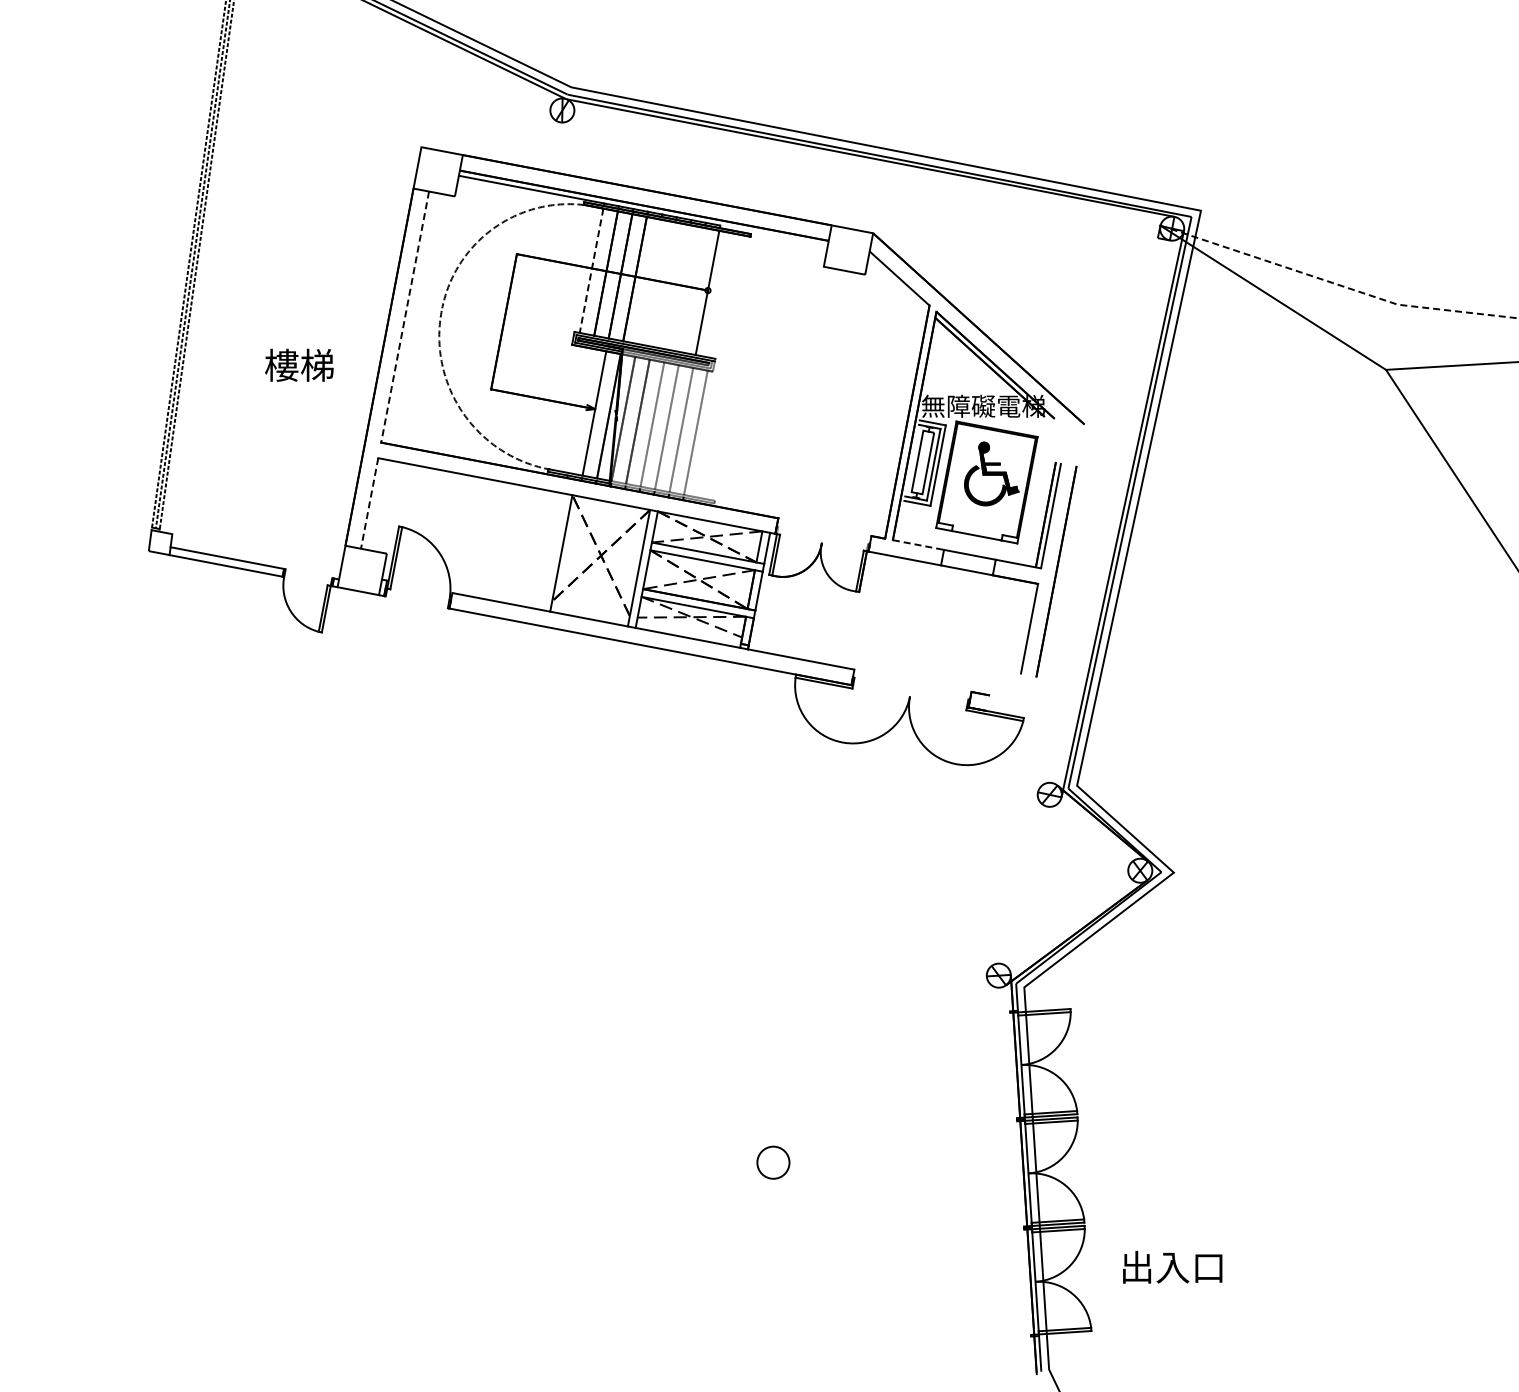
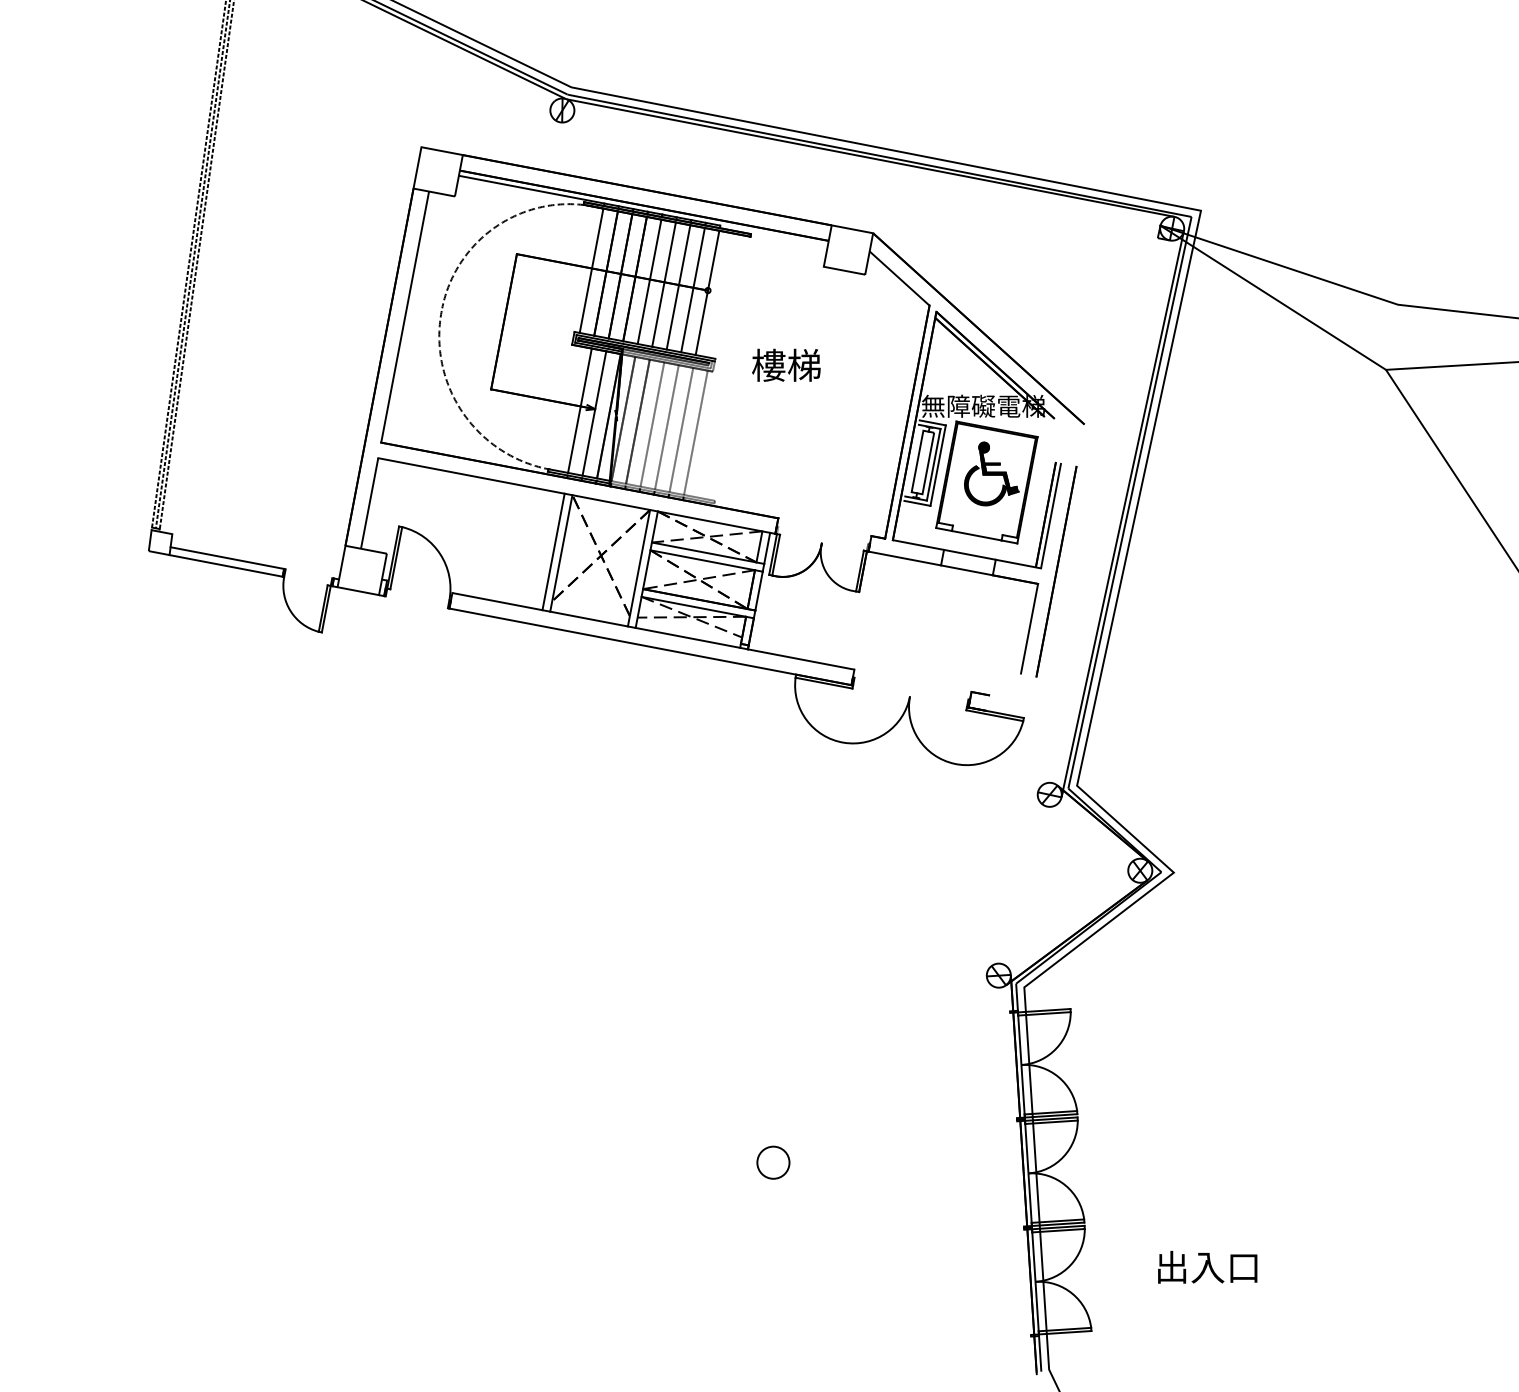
line at (591, 271): dashed -> solid
line at (649, 281): none -> present
line at (663, 284): none -> present
line at (1337, 284): dashed -> solid
line at (678, 287): none -> present
line at (692, 290): none -> present
line at (405, 317): dashed -> solid
text at (299, 364) position: (299, 364) -> (786, 364)
line at (579, 410): none -> present
line at (369, 503): dashed -> solid
line at (918, 545): dashed -> solid
line at (553, 551): none -> present
text at (1172, 1266) position: (1172, 1266) -> (1207, 1266)
